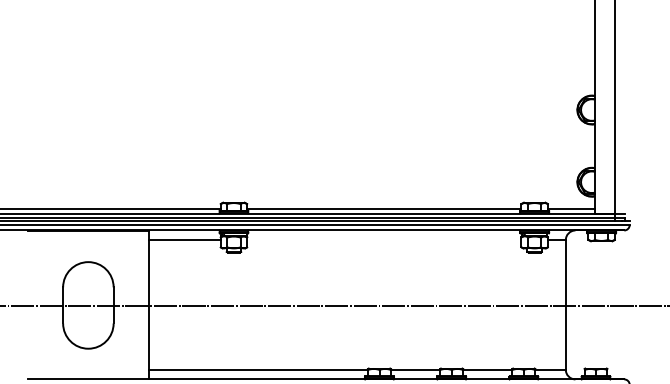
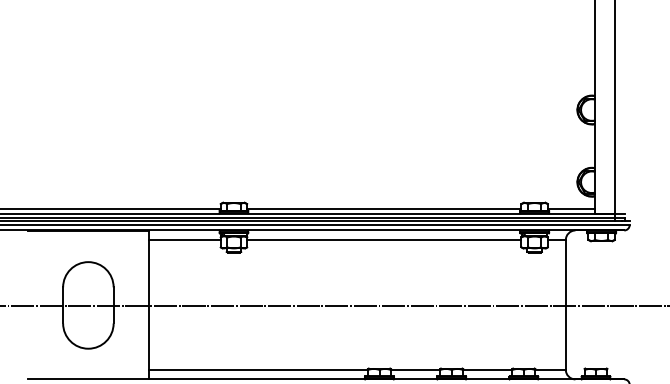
line at (384, 240): none -> present
